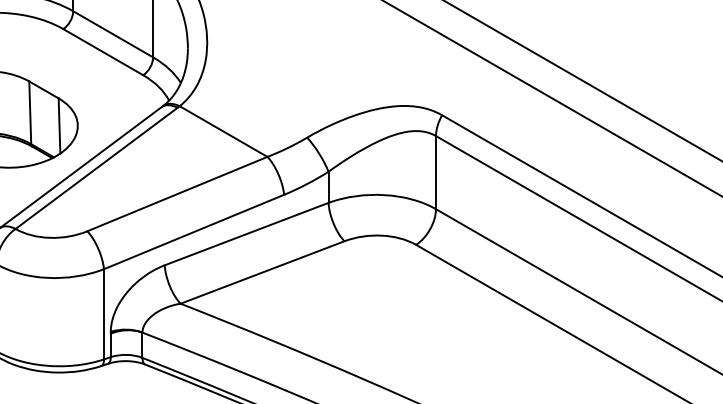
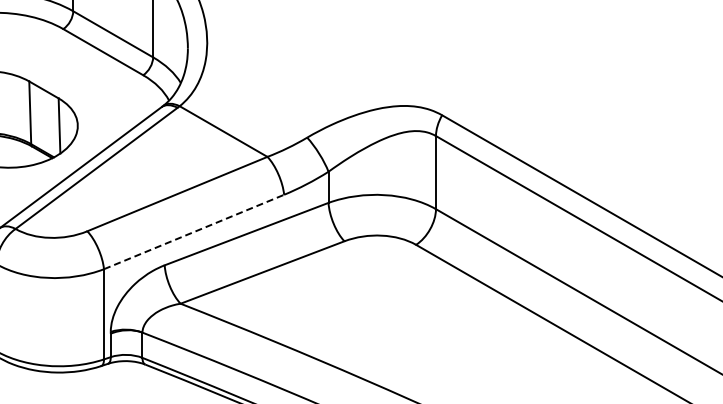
line at (582, 80): present -> none
line at (552, 98): present -> none
line at (194, 231): solid -> dashed
